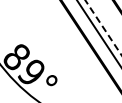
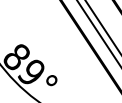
line at (103, 27): dashed -> solid
